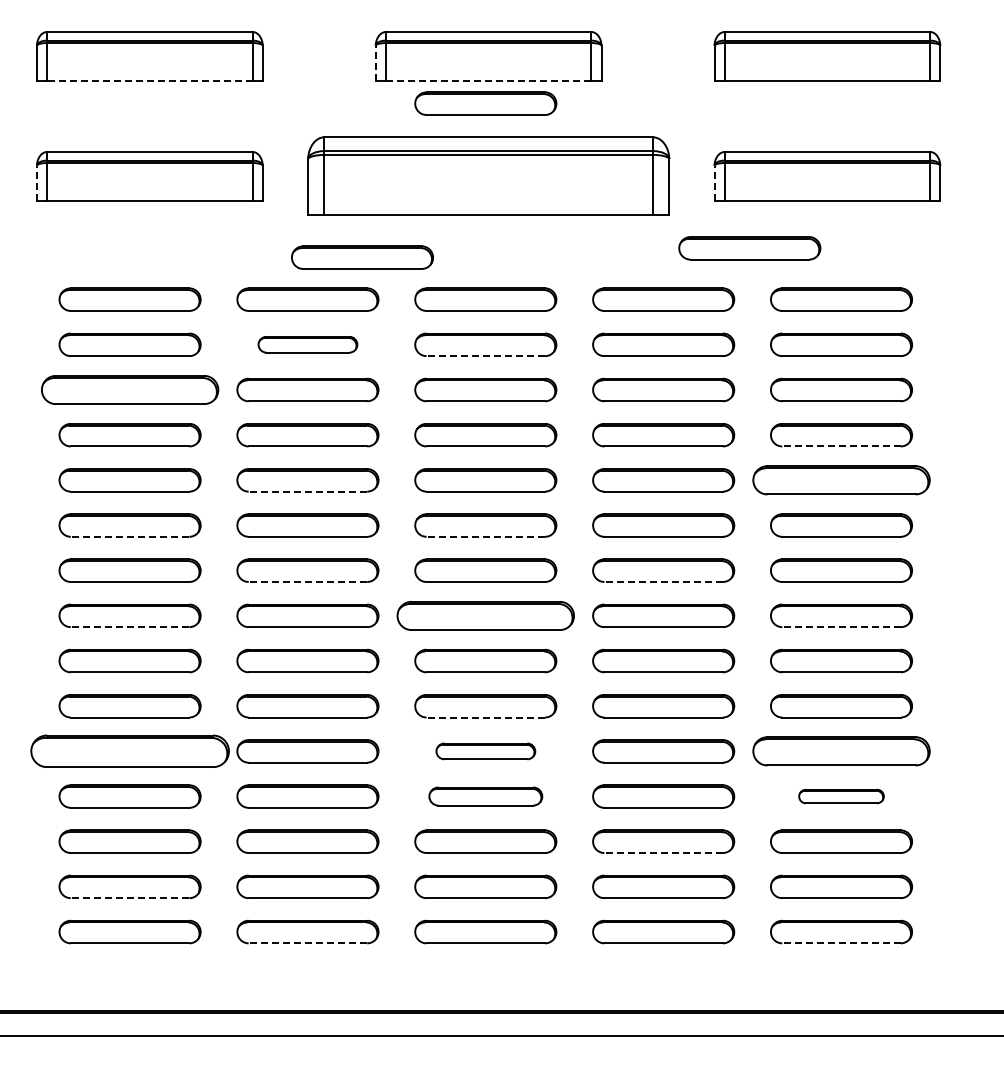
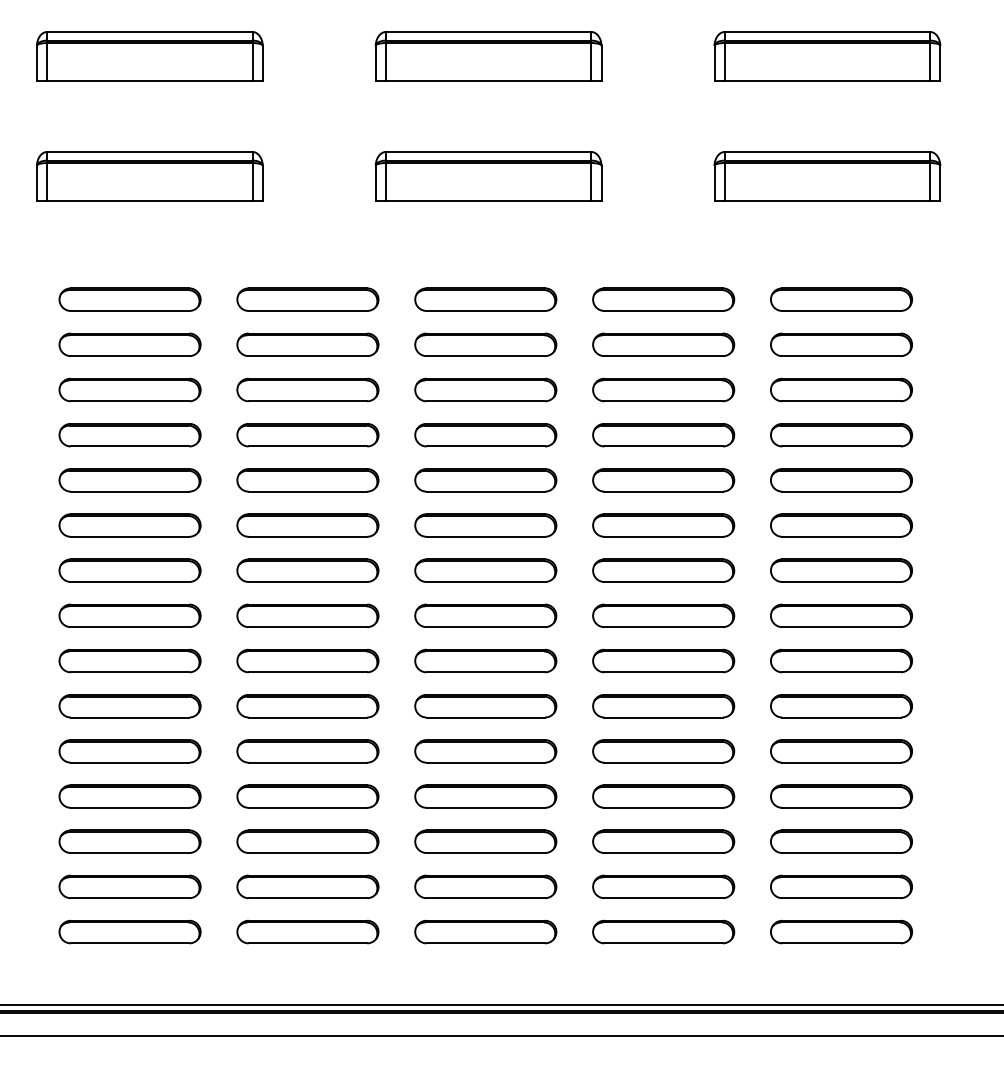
line at (375, 63): dashed -> solid
line at (149, 80): dashed -> solid
line at (488, 80): dashed -> solid
part at (485, 103): present -> none
part at (488, 175) size: 364x80 px -> 229x51 px
line at (36, 183): dashed -> solid
line at (714, 183): dashed -> solid
part at (749, 248): present -> none
part at (362, 257): present -> none
part at (307, 344) size: 102x18 px -> 144x25 px
line at (485, 356): dashed -> solid
part at (130, 389) size: 179x30 px -> 144x26 px
line at (841, 446): dashed -> solid
part at (841, 480) size: 179x31 px -> 143x25 px
line at (307, 491): dashed -> solid
line at (129, 536): dashed -> solid
line at (485, 536): dashed -> solid
line at (307, 581): dashed -> solid
line at (663, 581): dashed -> solid
part at (485, 615) size: 179x30 px -> 144x25 px
line at (129, 627): dashed -> solid
line at (841, 627): dashed -> solid
line at (485, 717): dashed -> solid
part at (129, 750) size: 200x34 px -> 144x25 px
part at (485, 751) size: 102x19 px -> 144x25 px
part at (841, 751) size: 179x31 px -> 143x25 px
part at (485, 796) size: 116x21 px -> 144x25 px
part at (841, 796) size: 87x17 px -> 143x25 px
line at (663, 853): dashed -> solid
line at (129, 898): dashed -> solid
line at (307, 943): dashed -> solid
line at (841, 943): dashed -> solid
line at (501, 1005): none -> present
